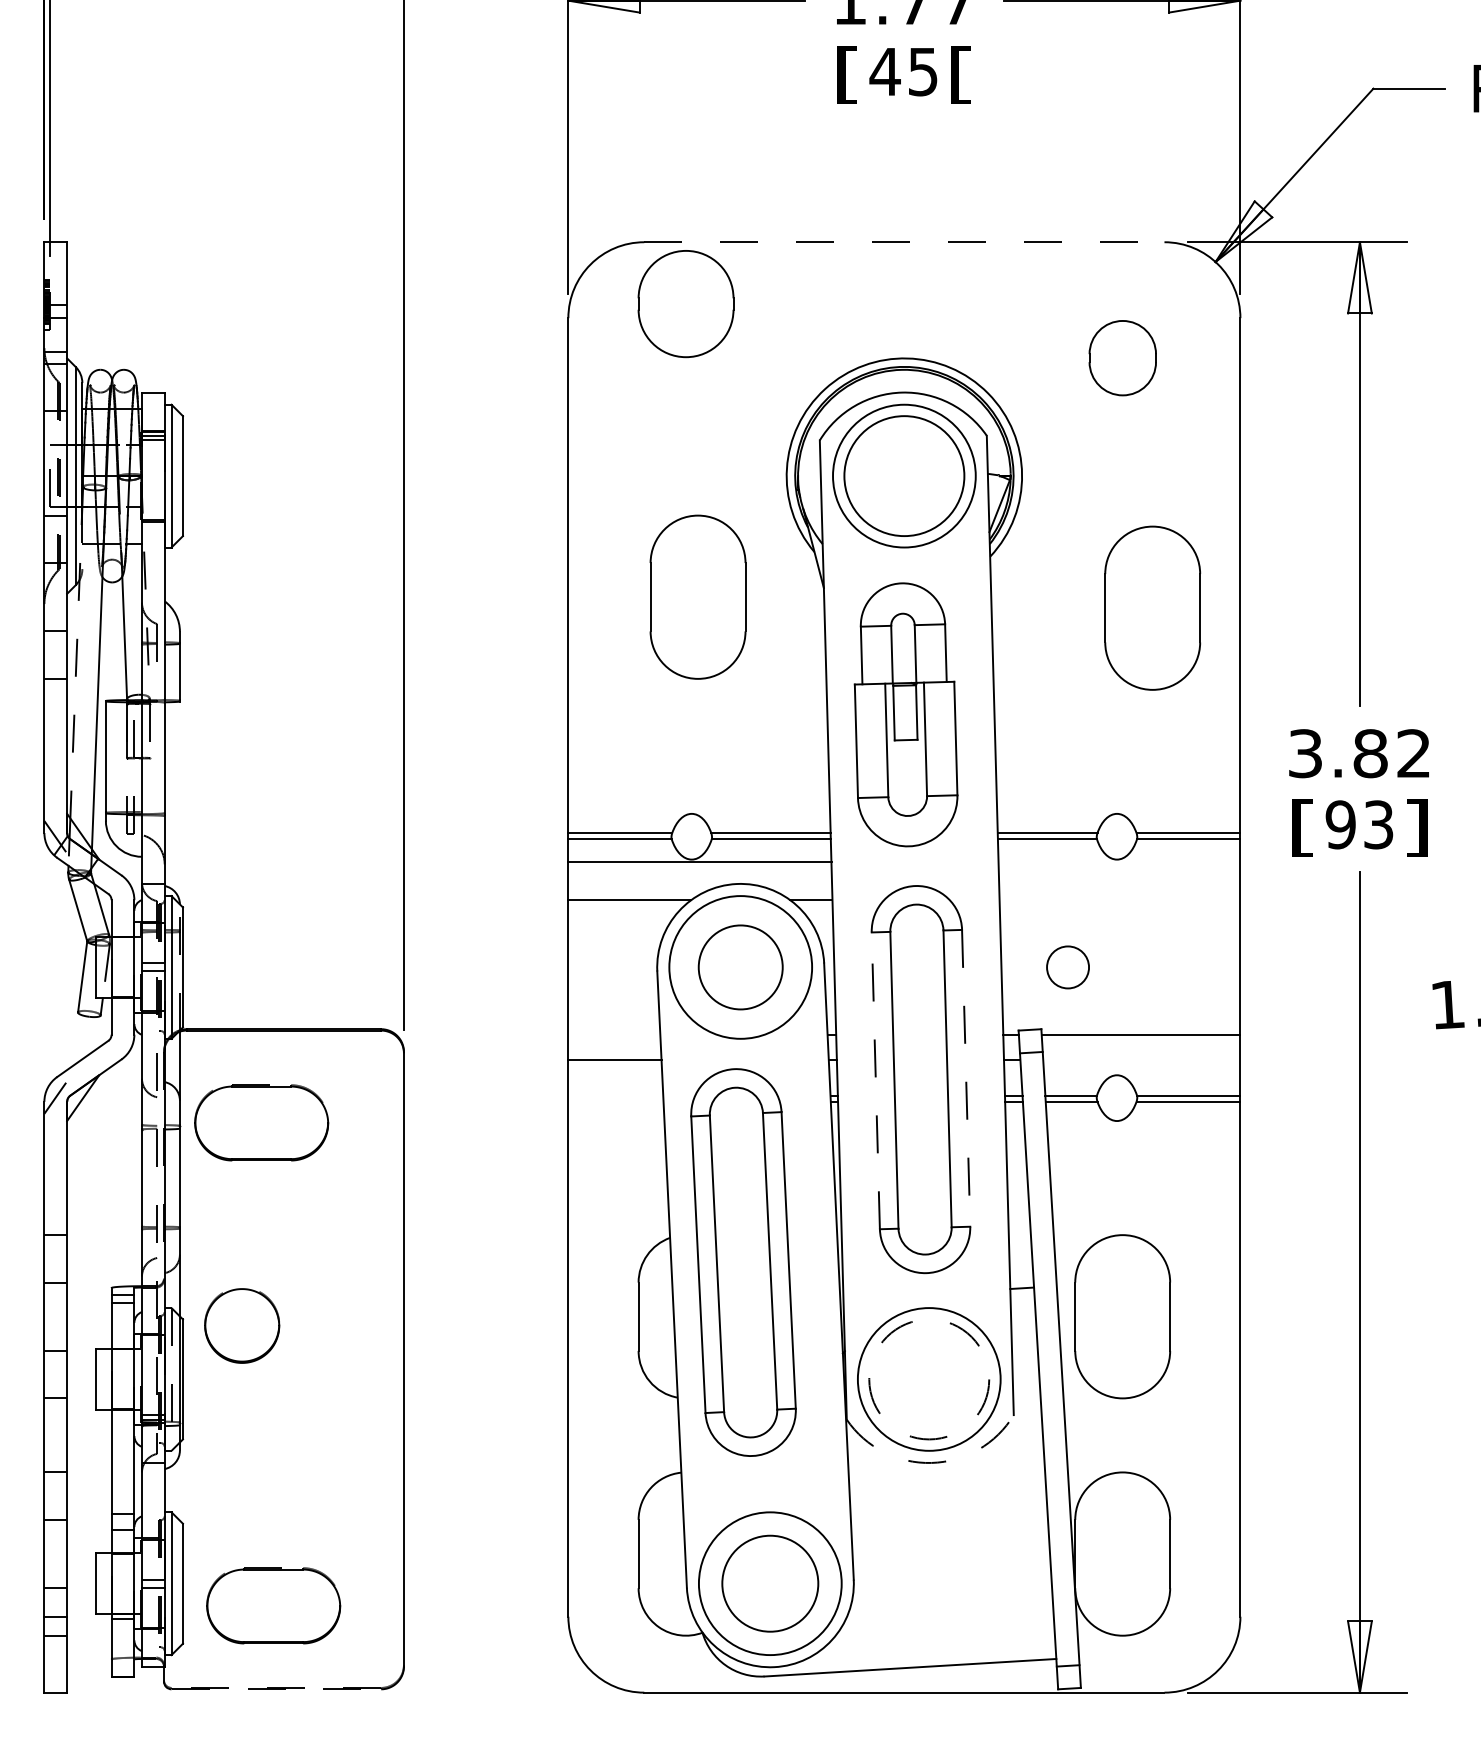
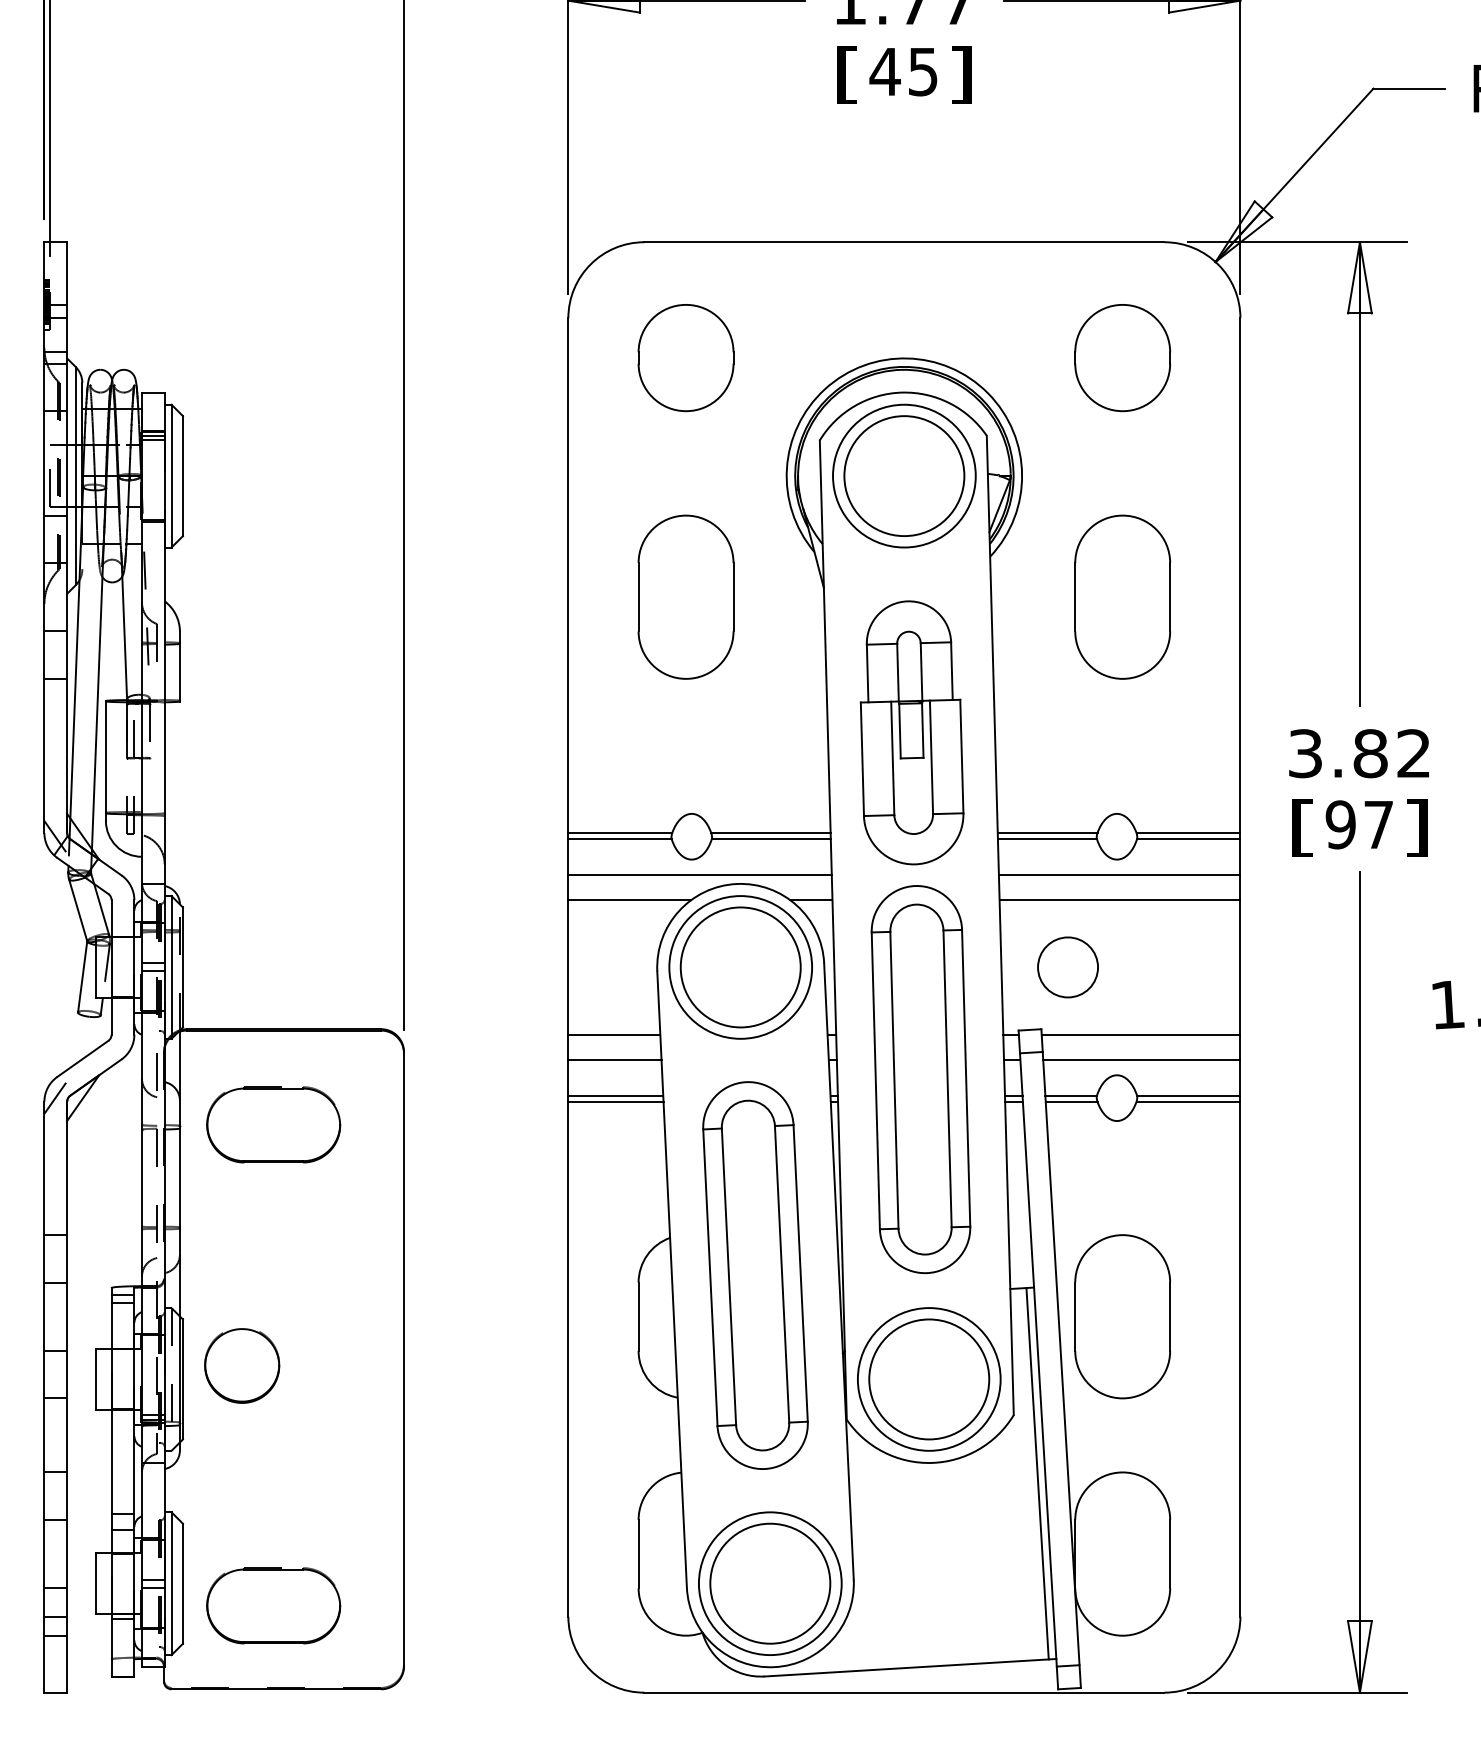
text at (961, 74): [ -> ]
line at (904, 242): dashed -> solid
part at (685, 304) position: (685, 304) -> (685, 358)
part at (1122, 358) size: 69x77 px -> 98x109 px
part at (697, 596) position: (697, 596) -> (685, 596)
part at (1152, 607) position: (1152, 607) -> (1122, 596)
line at (76, 652): dashed -> solid
part at (905, 714) position: (905, 714) -> (911, 732)
text at (1378, 824): 93 -> 97
line at (699, 862) position: (699, 862) -> (699, 875)
line at (1119, 875): none -> present
line at (1119, 900): none -> present
circle at (740, 967) diameter: 84 px -> 120 px
circle at (1068, 967) diameter: 42 px -> 60 px
line at (614, 1034): none -> present
line at (1141, 1059): none -> present
line at (966, 1078): dashed -> solid
line at (875, 1080): dashed -> solid
line at (615, 1095): none -> present
line at (615, 1101): none -> present
part at (261, 1122) position: (261, 1122) -> (273, 1124)
part at (743, 1262) position: (743, 1262) -> (755, 1275)
part at (242, 1325) position: (242, 1325) -> (242, 1365)
circle at (929, 1379): dashed -> solid
arc at (931, 1462): dashed -> solid
line at (1037, 1473): none -> present
circle at (770, 1583) diameter: 96 px -> 120 px
line at (276, 1689): dashed -> solid
